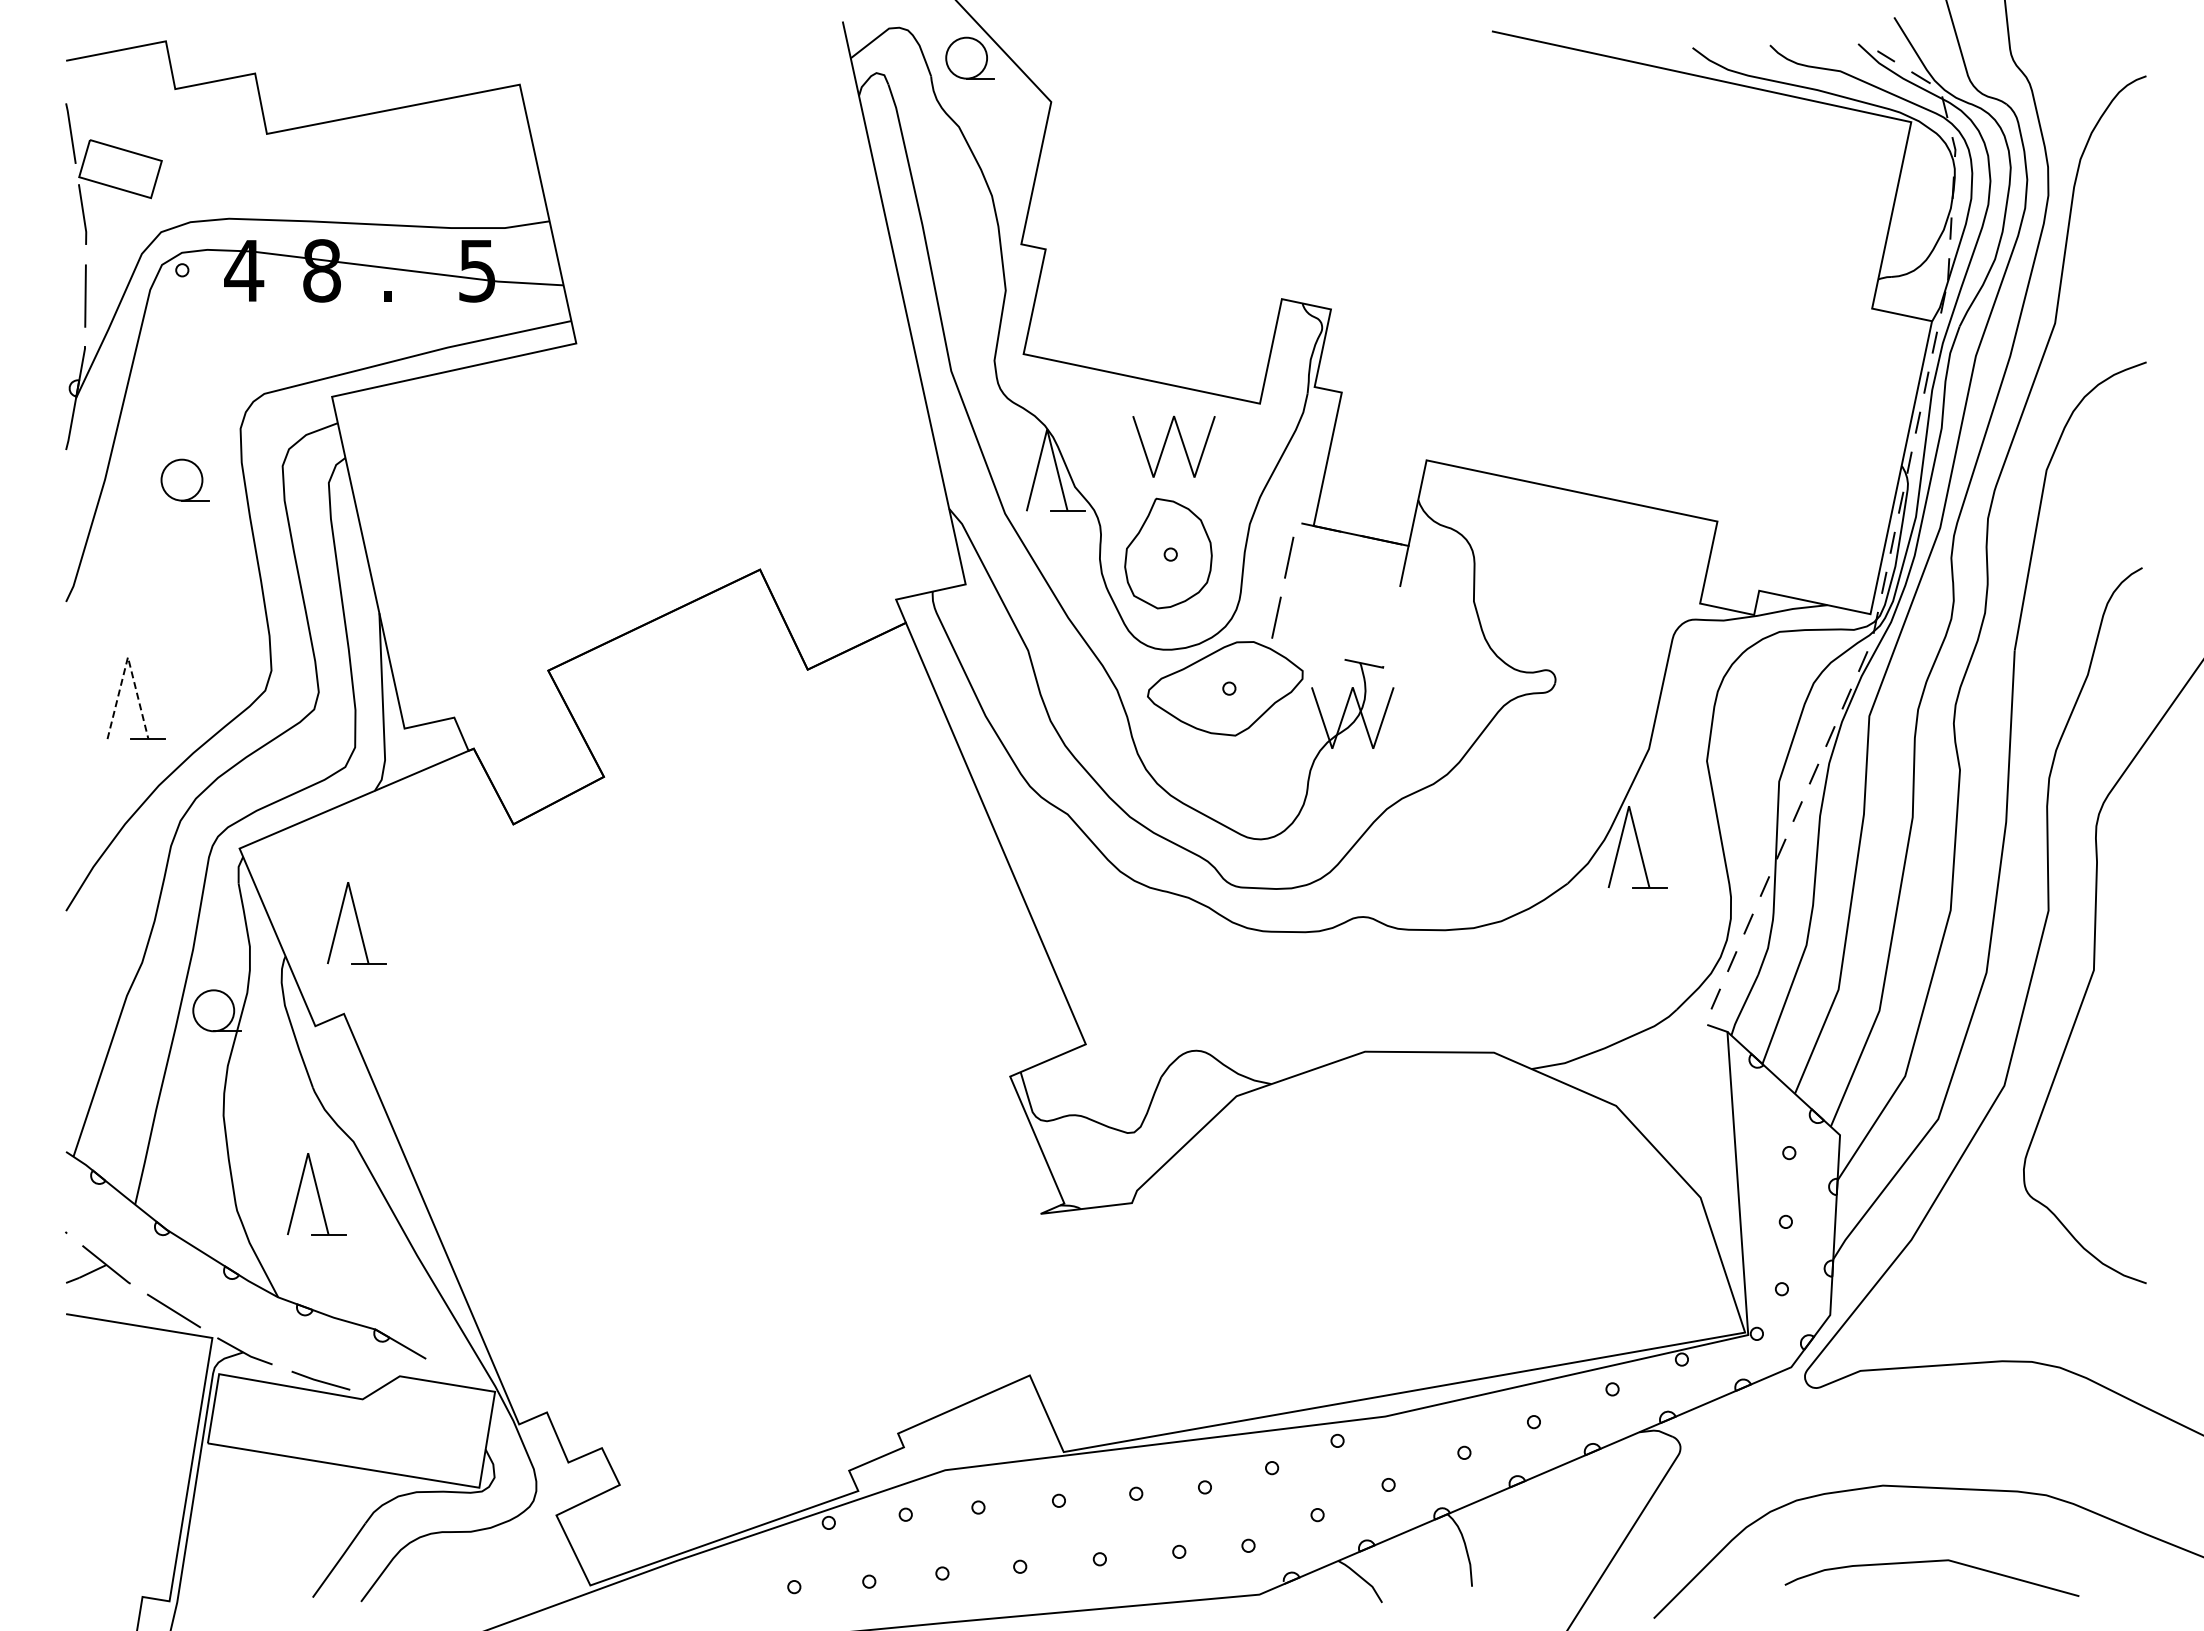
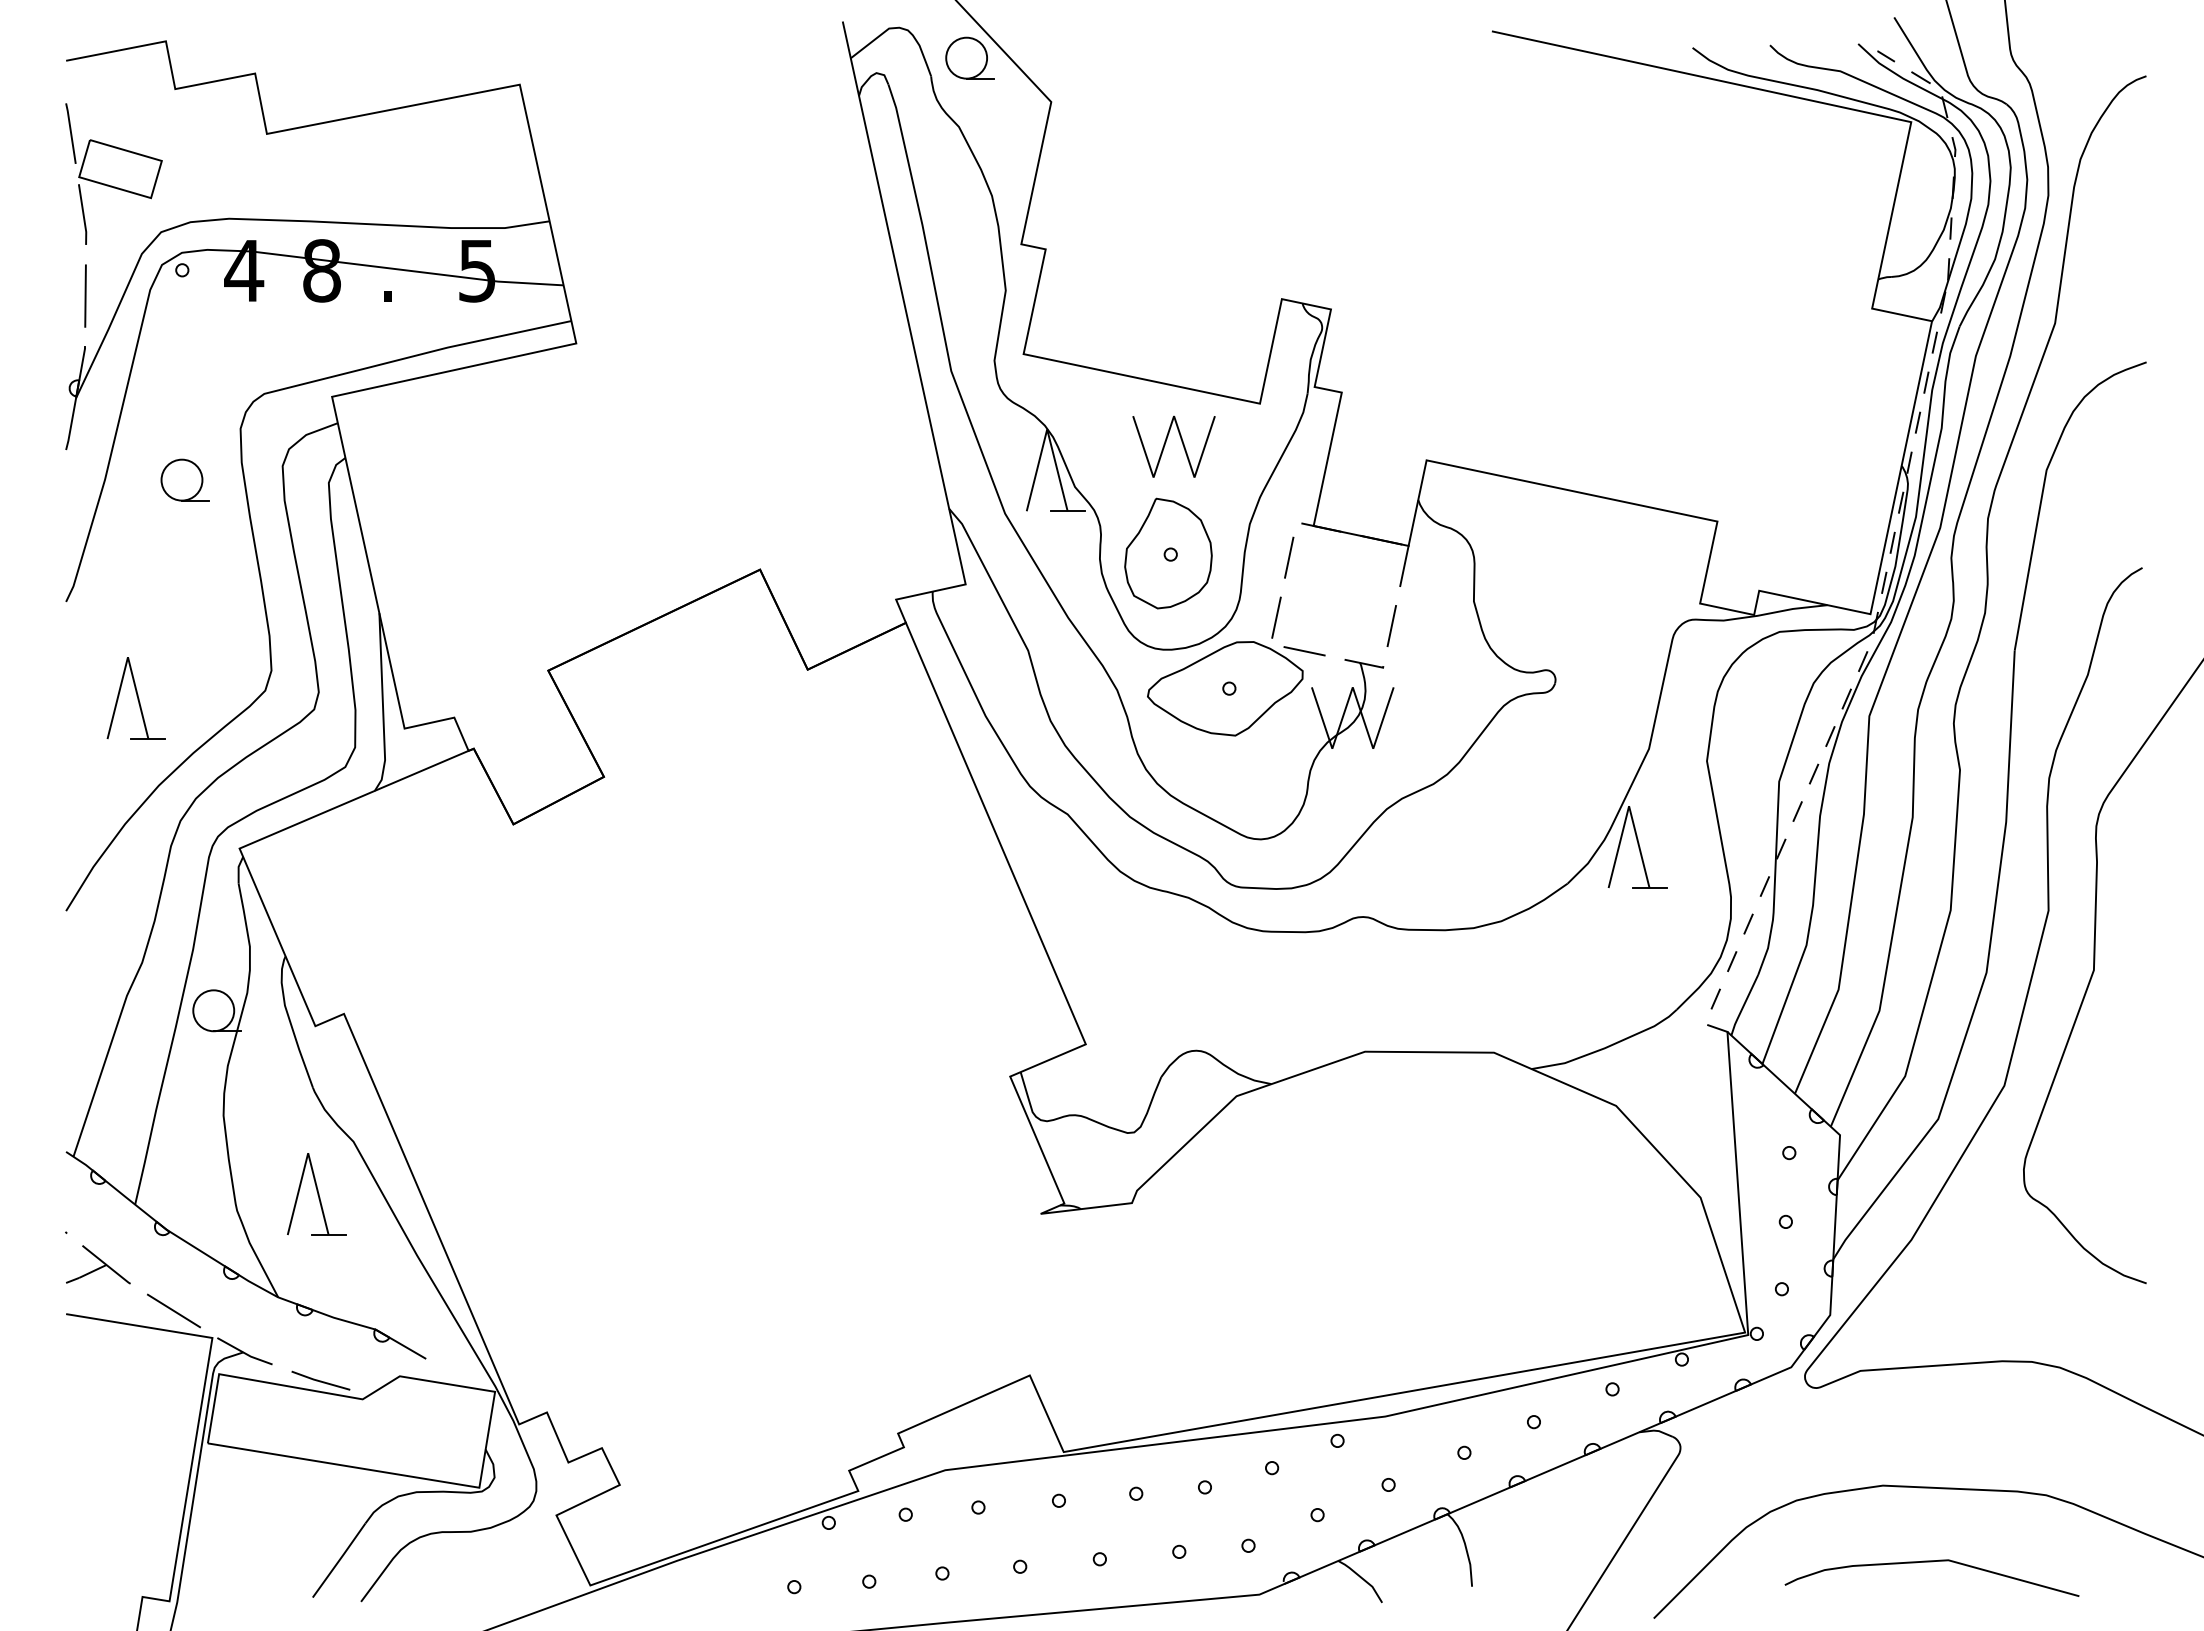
line at (1391, 625): none -> present
line at (1304, 651): none -> present
line at (127, 657): dashed -> solid
part at (356, 923): present -> none
